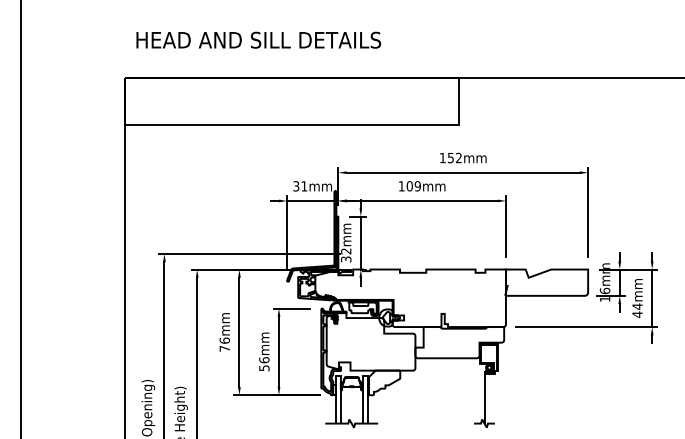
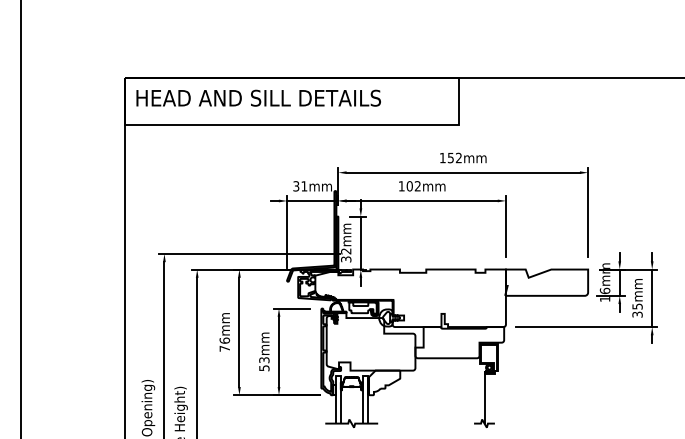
text at (258, 39) position: (258, 39) -> (258, 97)
text at (417, 186): 109mm -> 102mm
text at (637, 310): 44mm -> 35mm
text at (264, 360): 56mm -> 53mm
